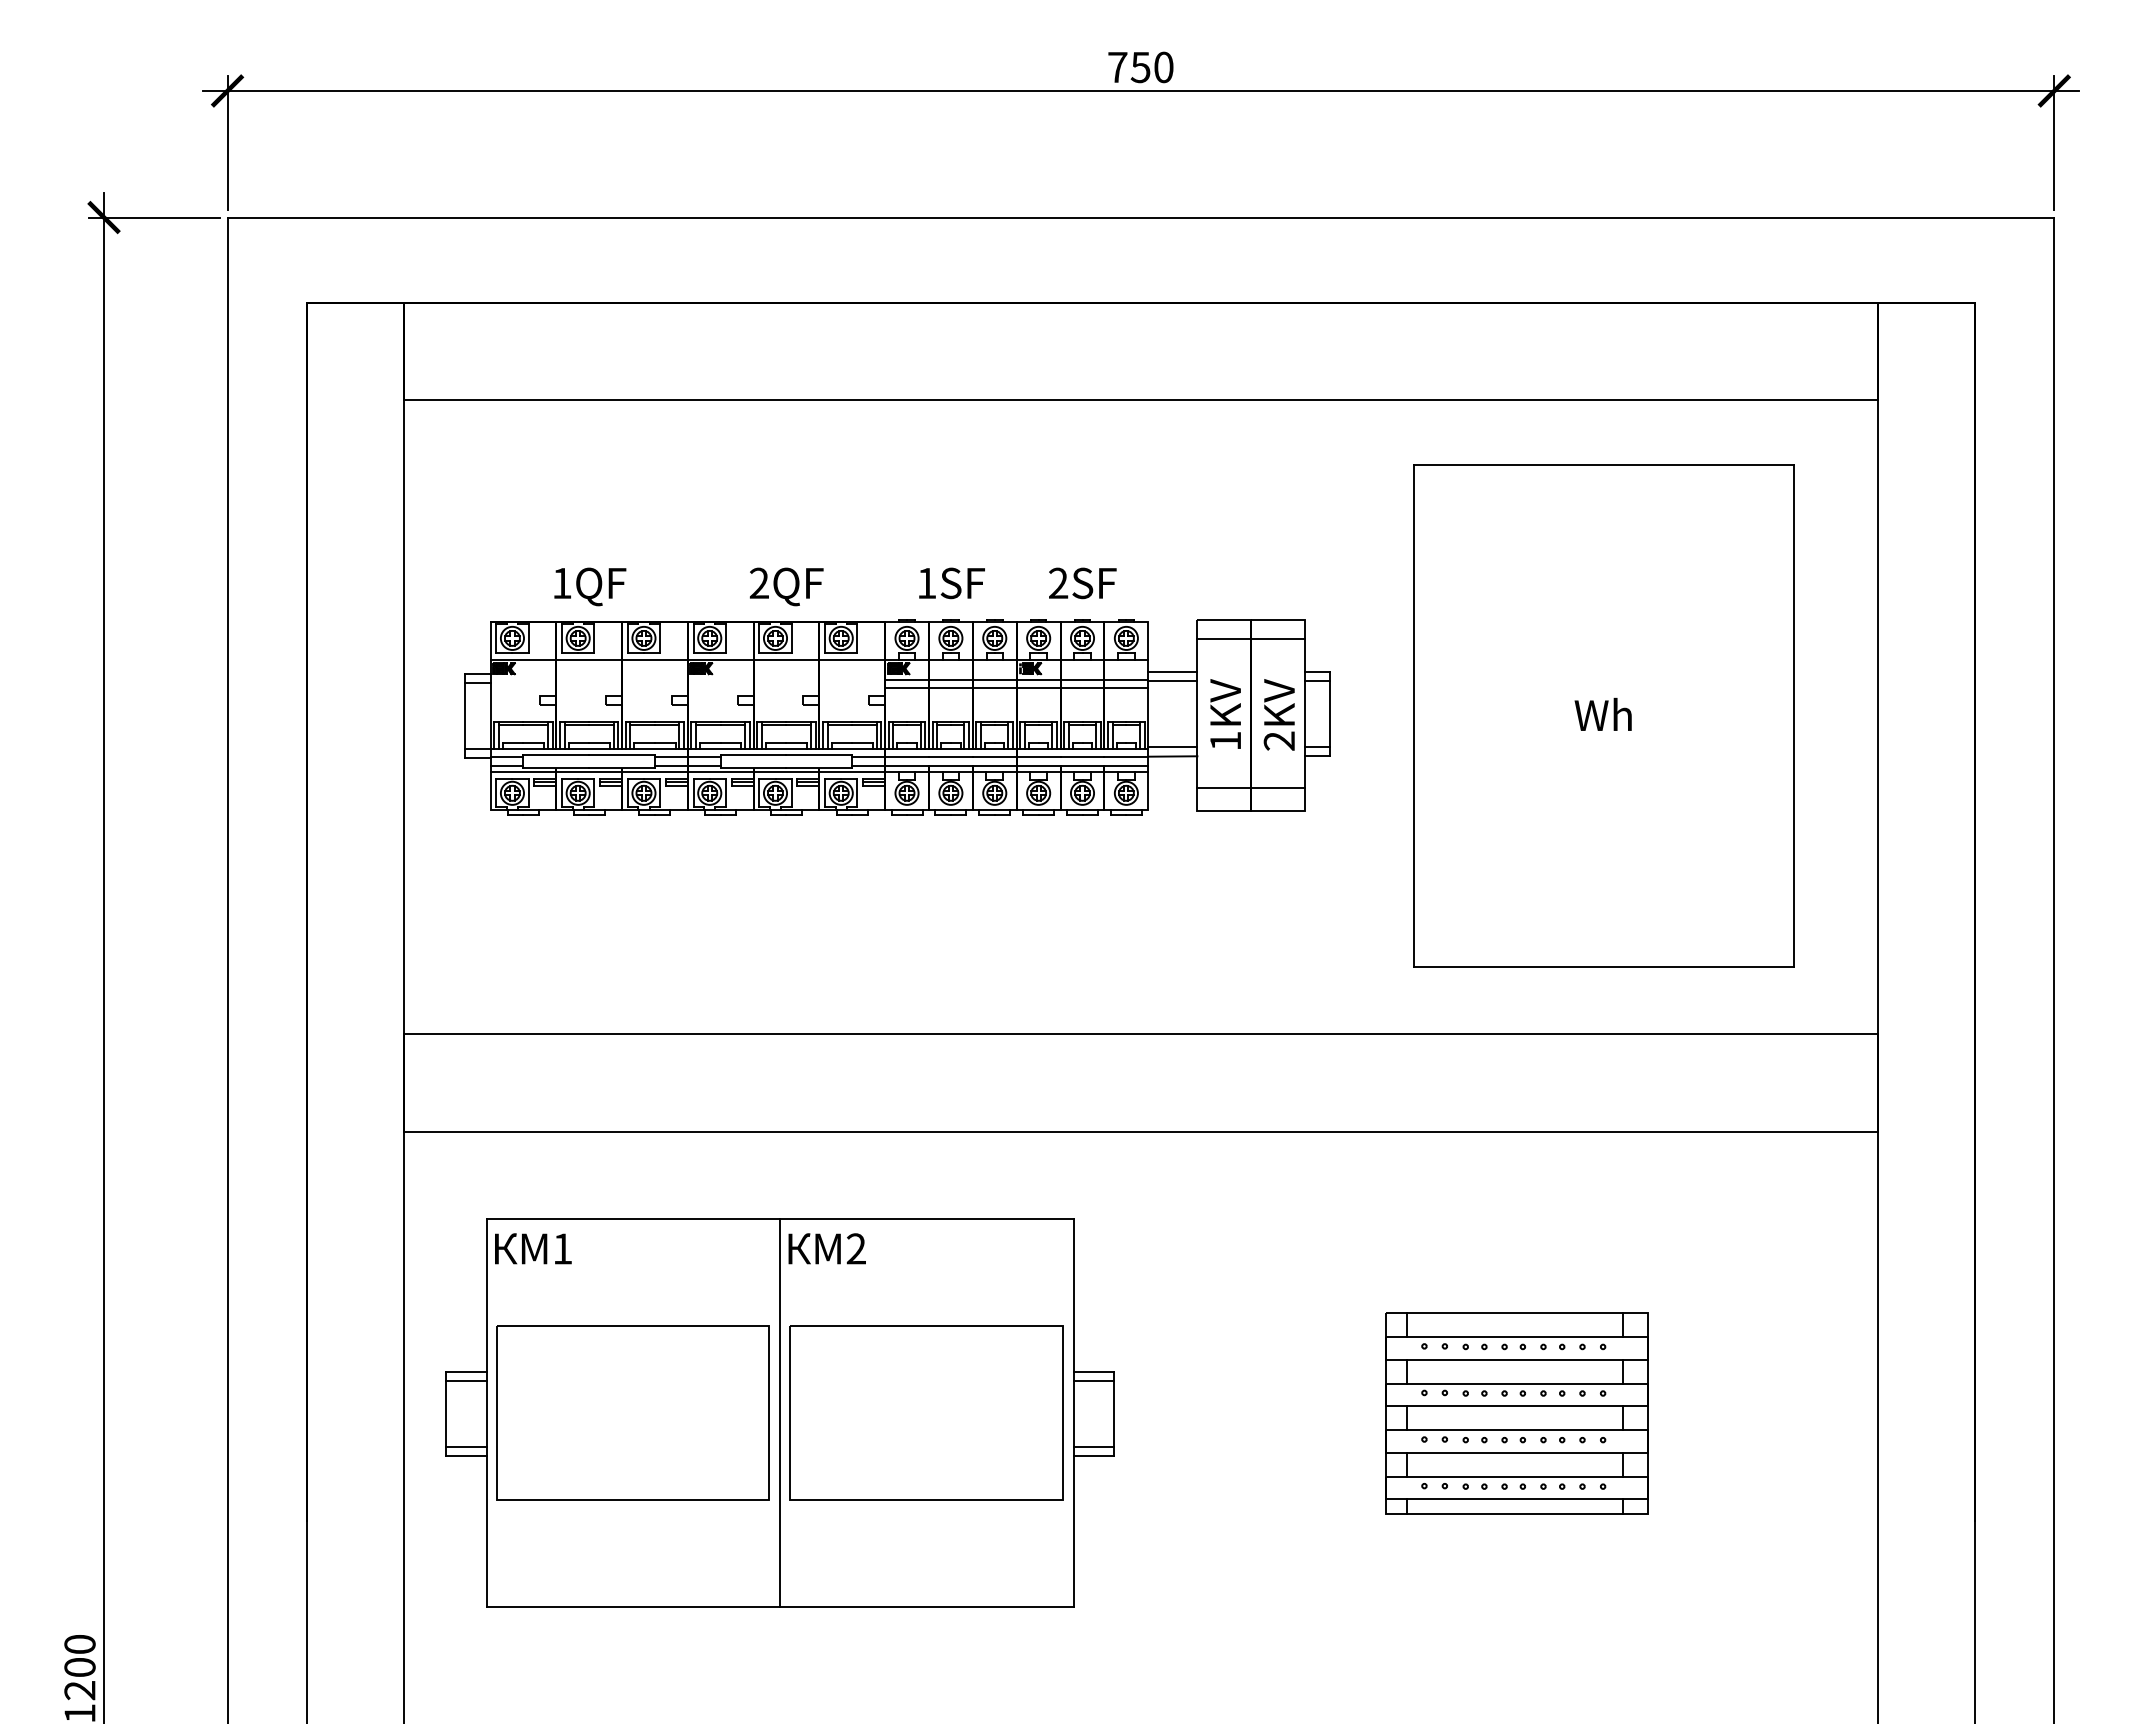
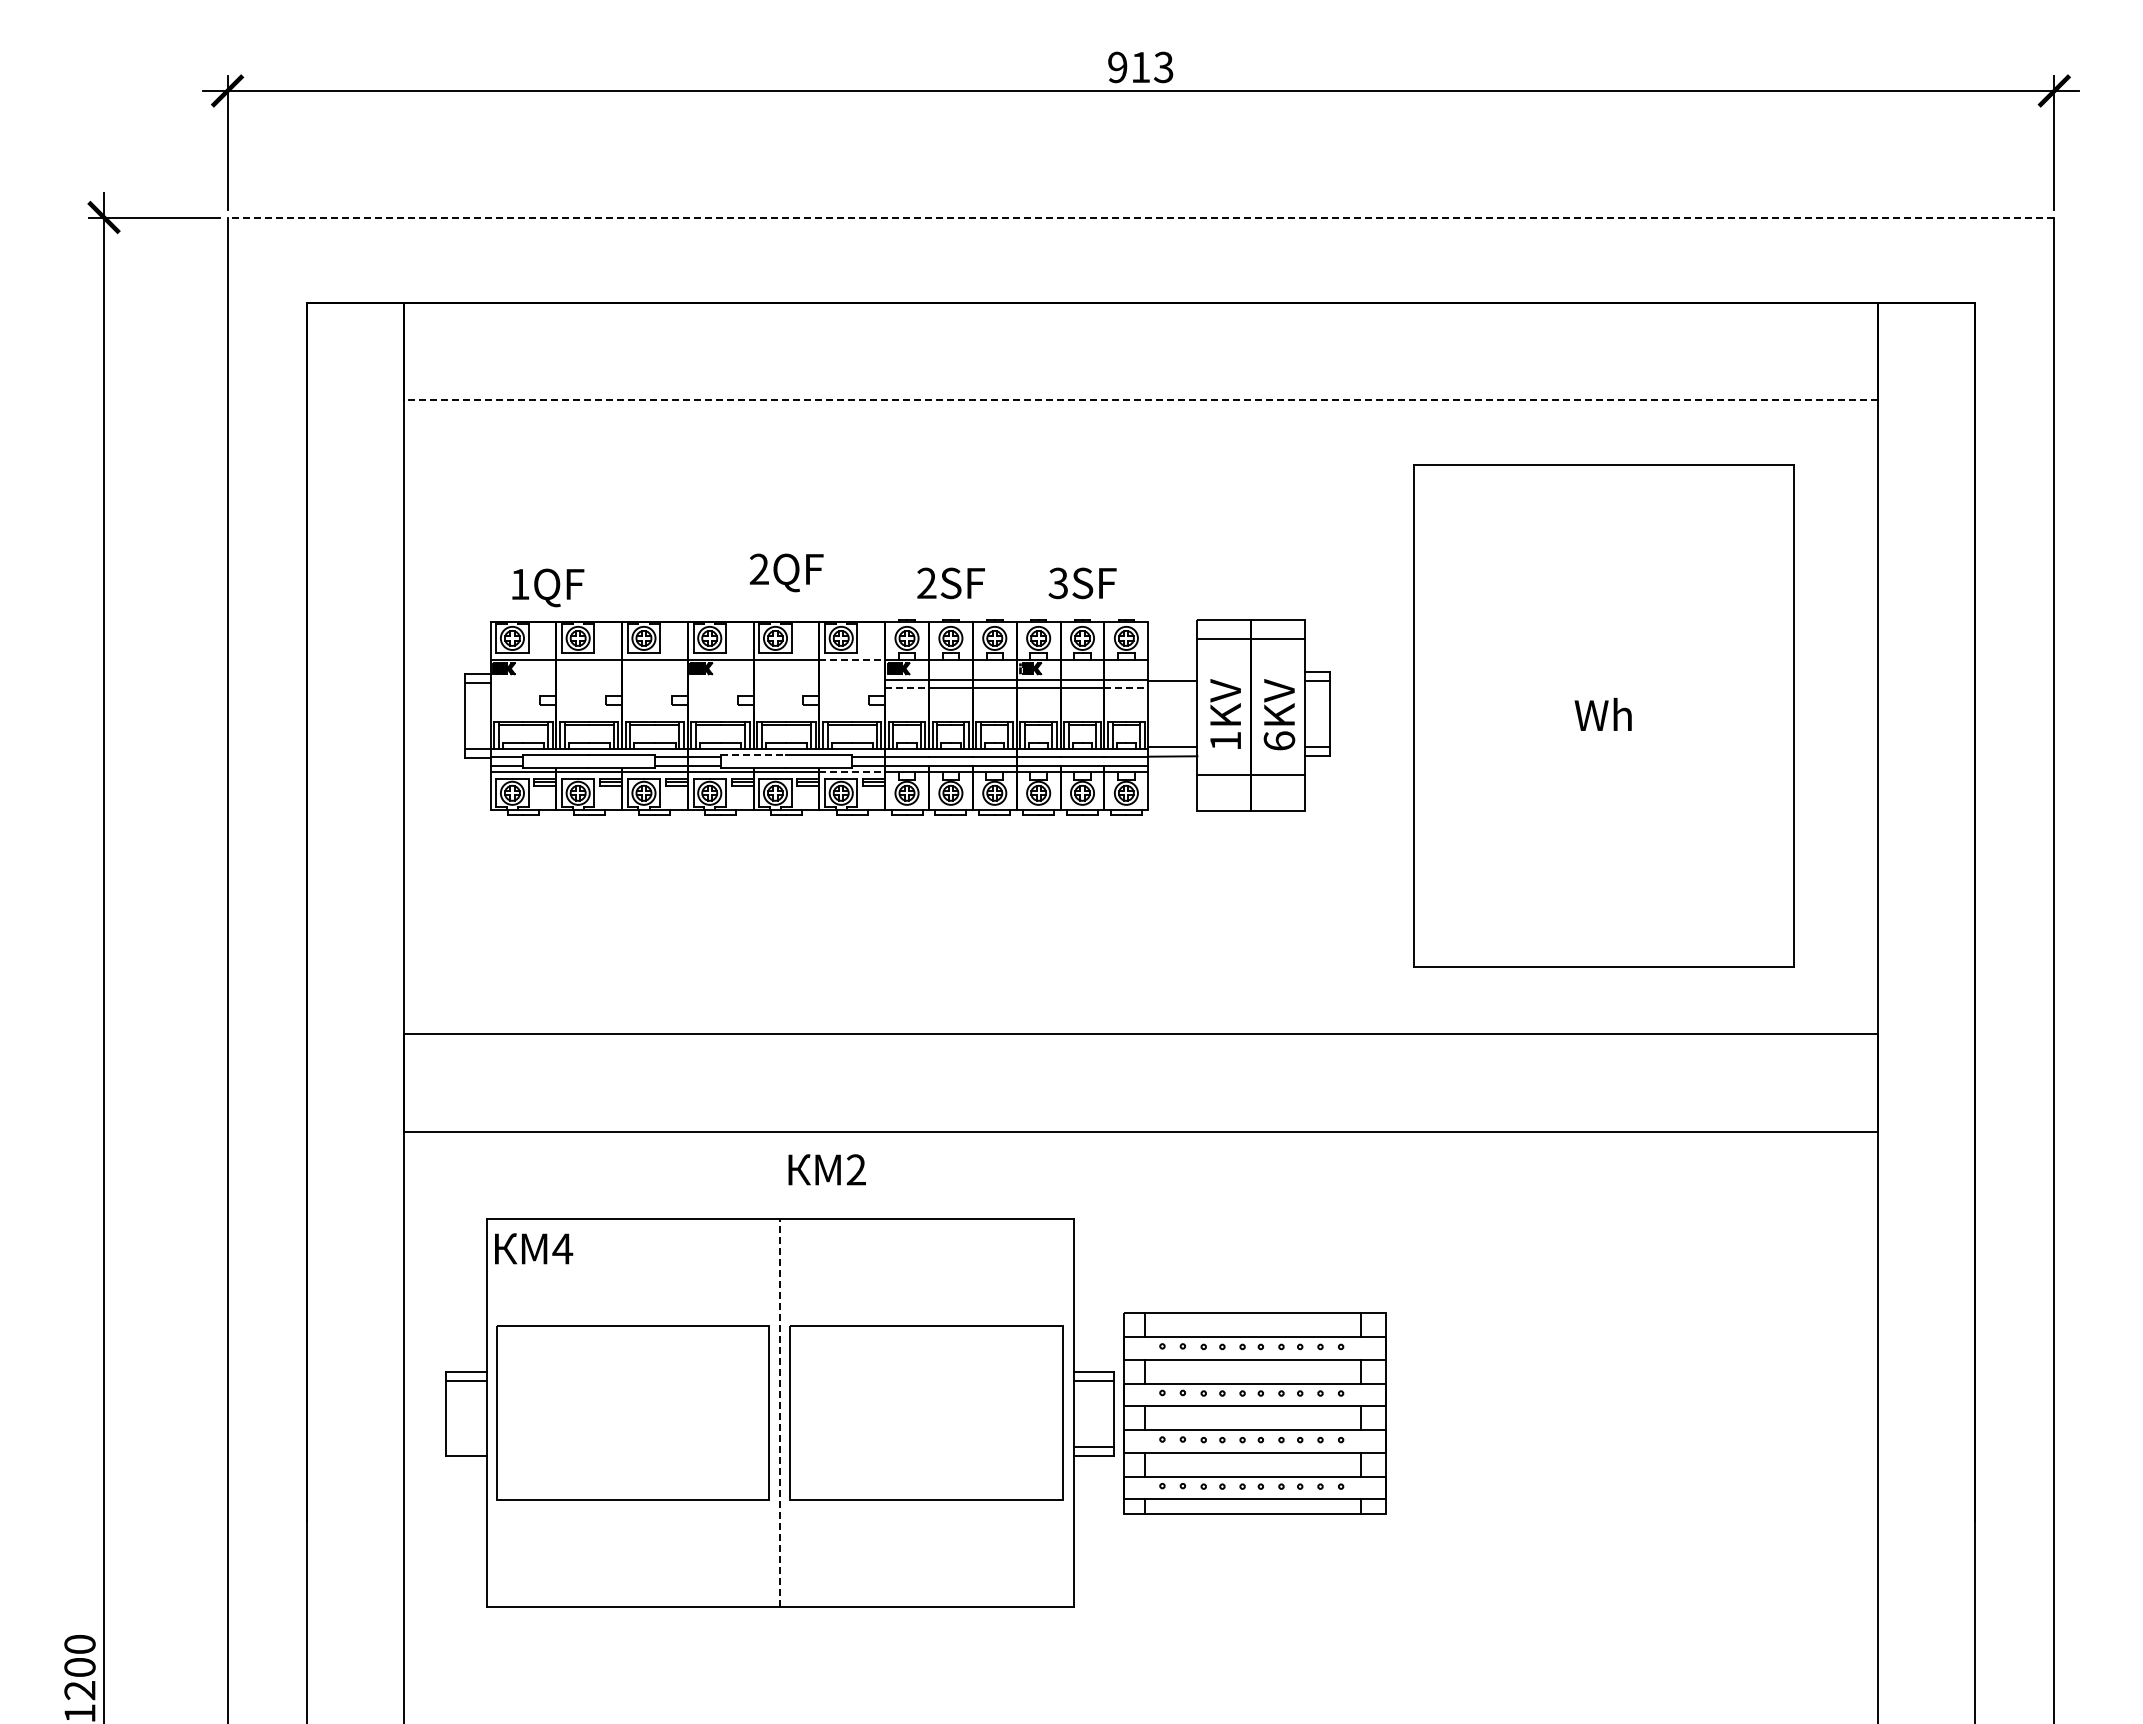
text at (1140, 67): 750 -> 913
line at (1140, 217): solid -> dashed
line at (1140, 400): solid -> dashed
text at (926, 582): 1SF -> 2SF
text at (1058, 583): 2SF -> 3SF
text at (590, 586) position: (590, 586) -> (548, 587)
text at (786, 586) position: (786, 586) -> (786, 572)
line at (852, 660): solid -> dashed
line at (1172, 672): present -> none
line at (907, 687): solid -> dashed
line at (1126, 687): solid -> dashed
text at (1279, 740): 2KV -> 6KV
line at (753, 754): solid -> dashed
line at (852, 772): solid -> dashed
line at (1251, 788) position: (1251, 788) -> (1251, 775)
text at (562, 1248): 1 -> 4
text at (826, 1248) position: (826, 1248) -> (826, 1169)
line at (780, 1413): solid -> dashed
part at (1516, 1413) position: (1516, 1413) -> (1254, 1413)
line at (465, 1446): present -> none
